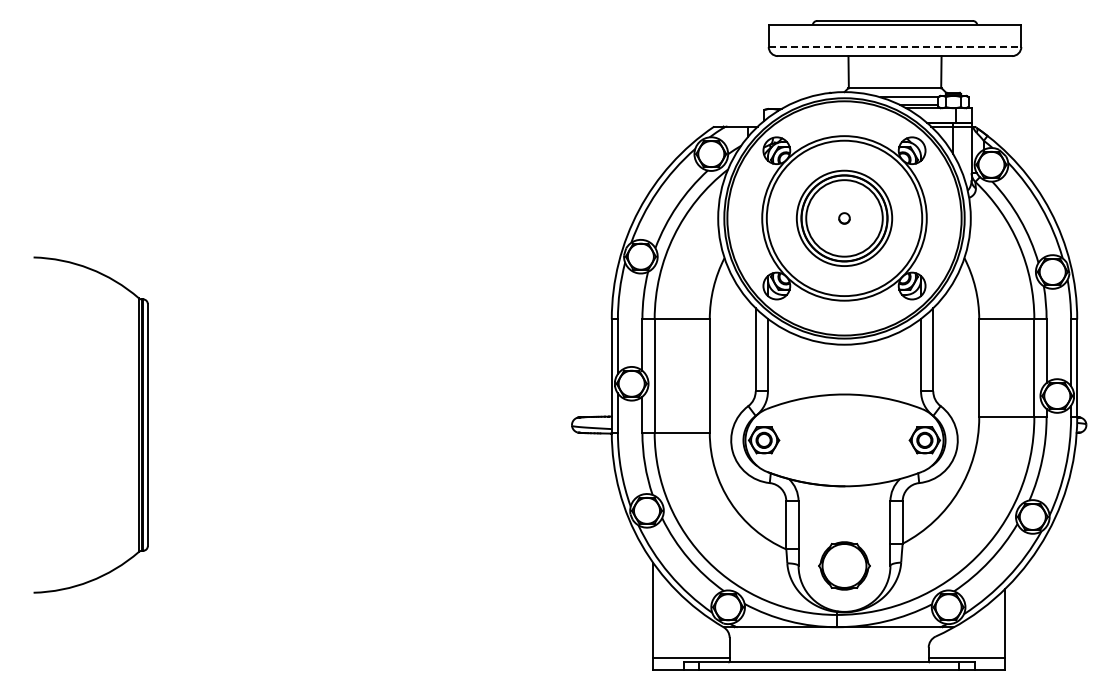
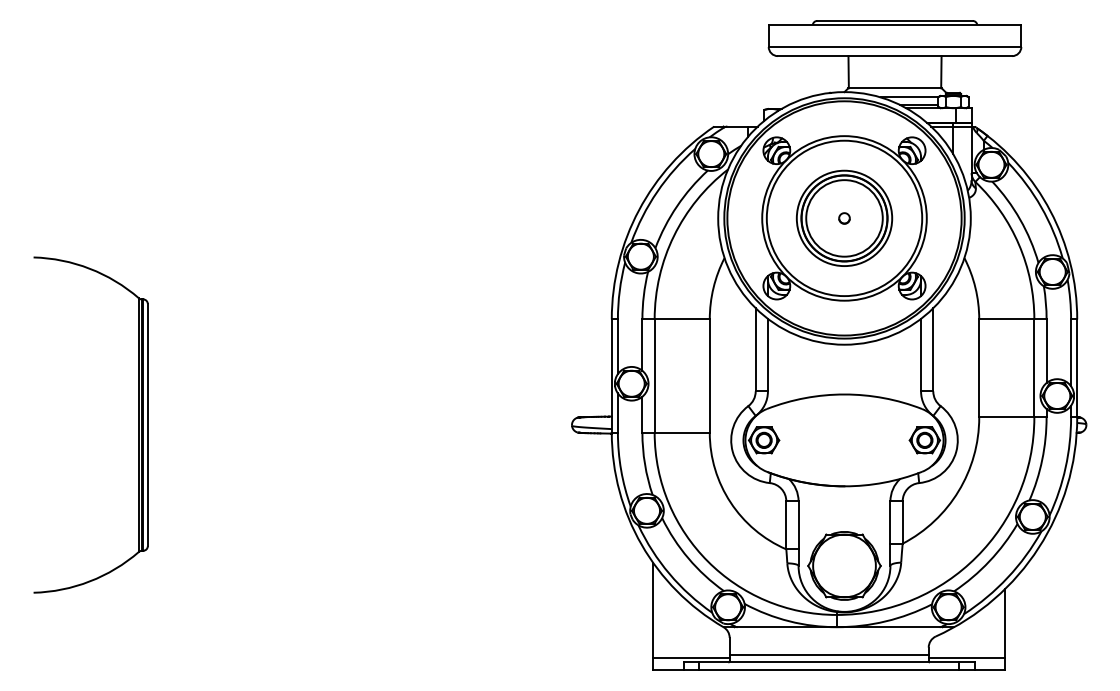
line at (895, 46): dashed -> solid
part at (844, 565) size: 53x50 px -> 75x70 px
line at (828, 654): none -> present
